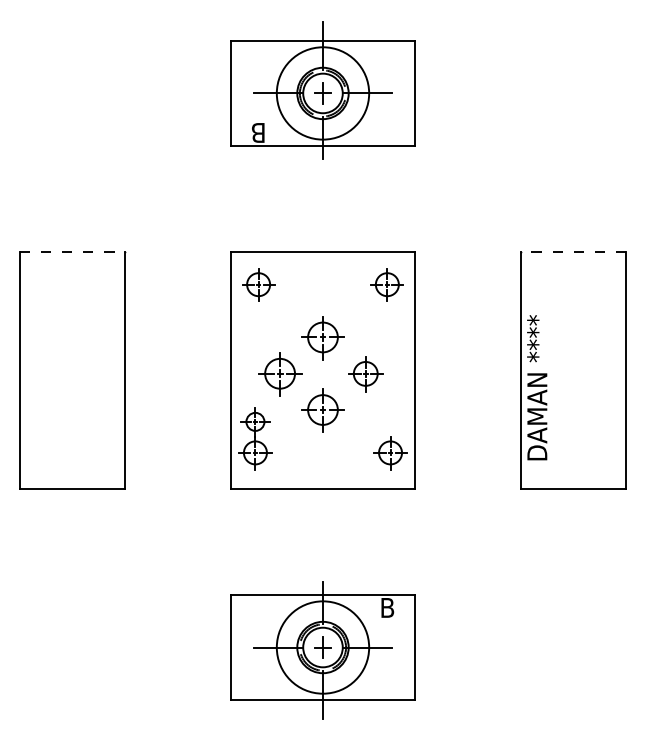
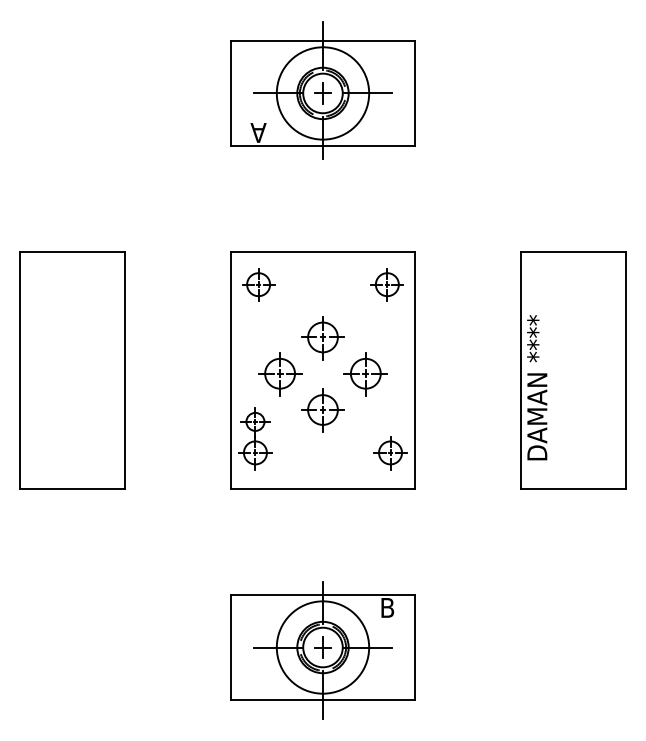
text at (258, 132): B -> A
line at (72, 251): dashed -> solid
line at (573, 251): dashed -> solid
part at (365, 374) size: 36x37 px -> 45x45 px
